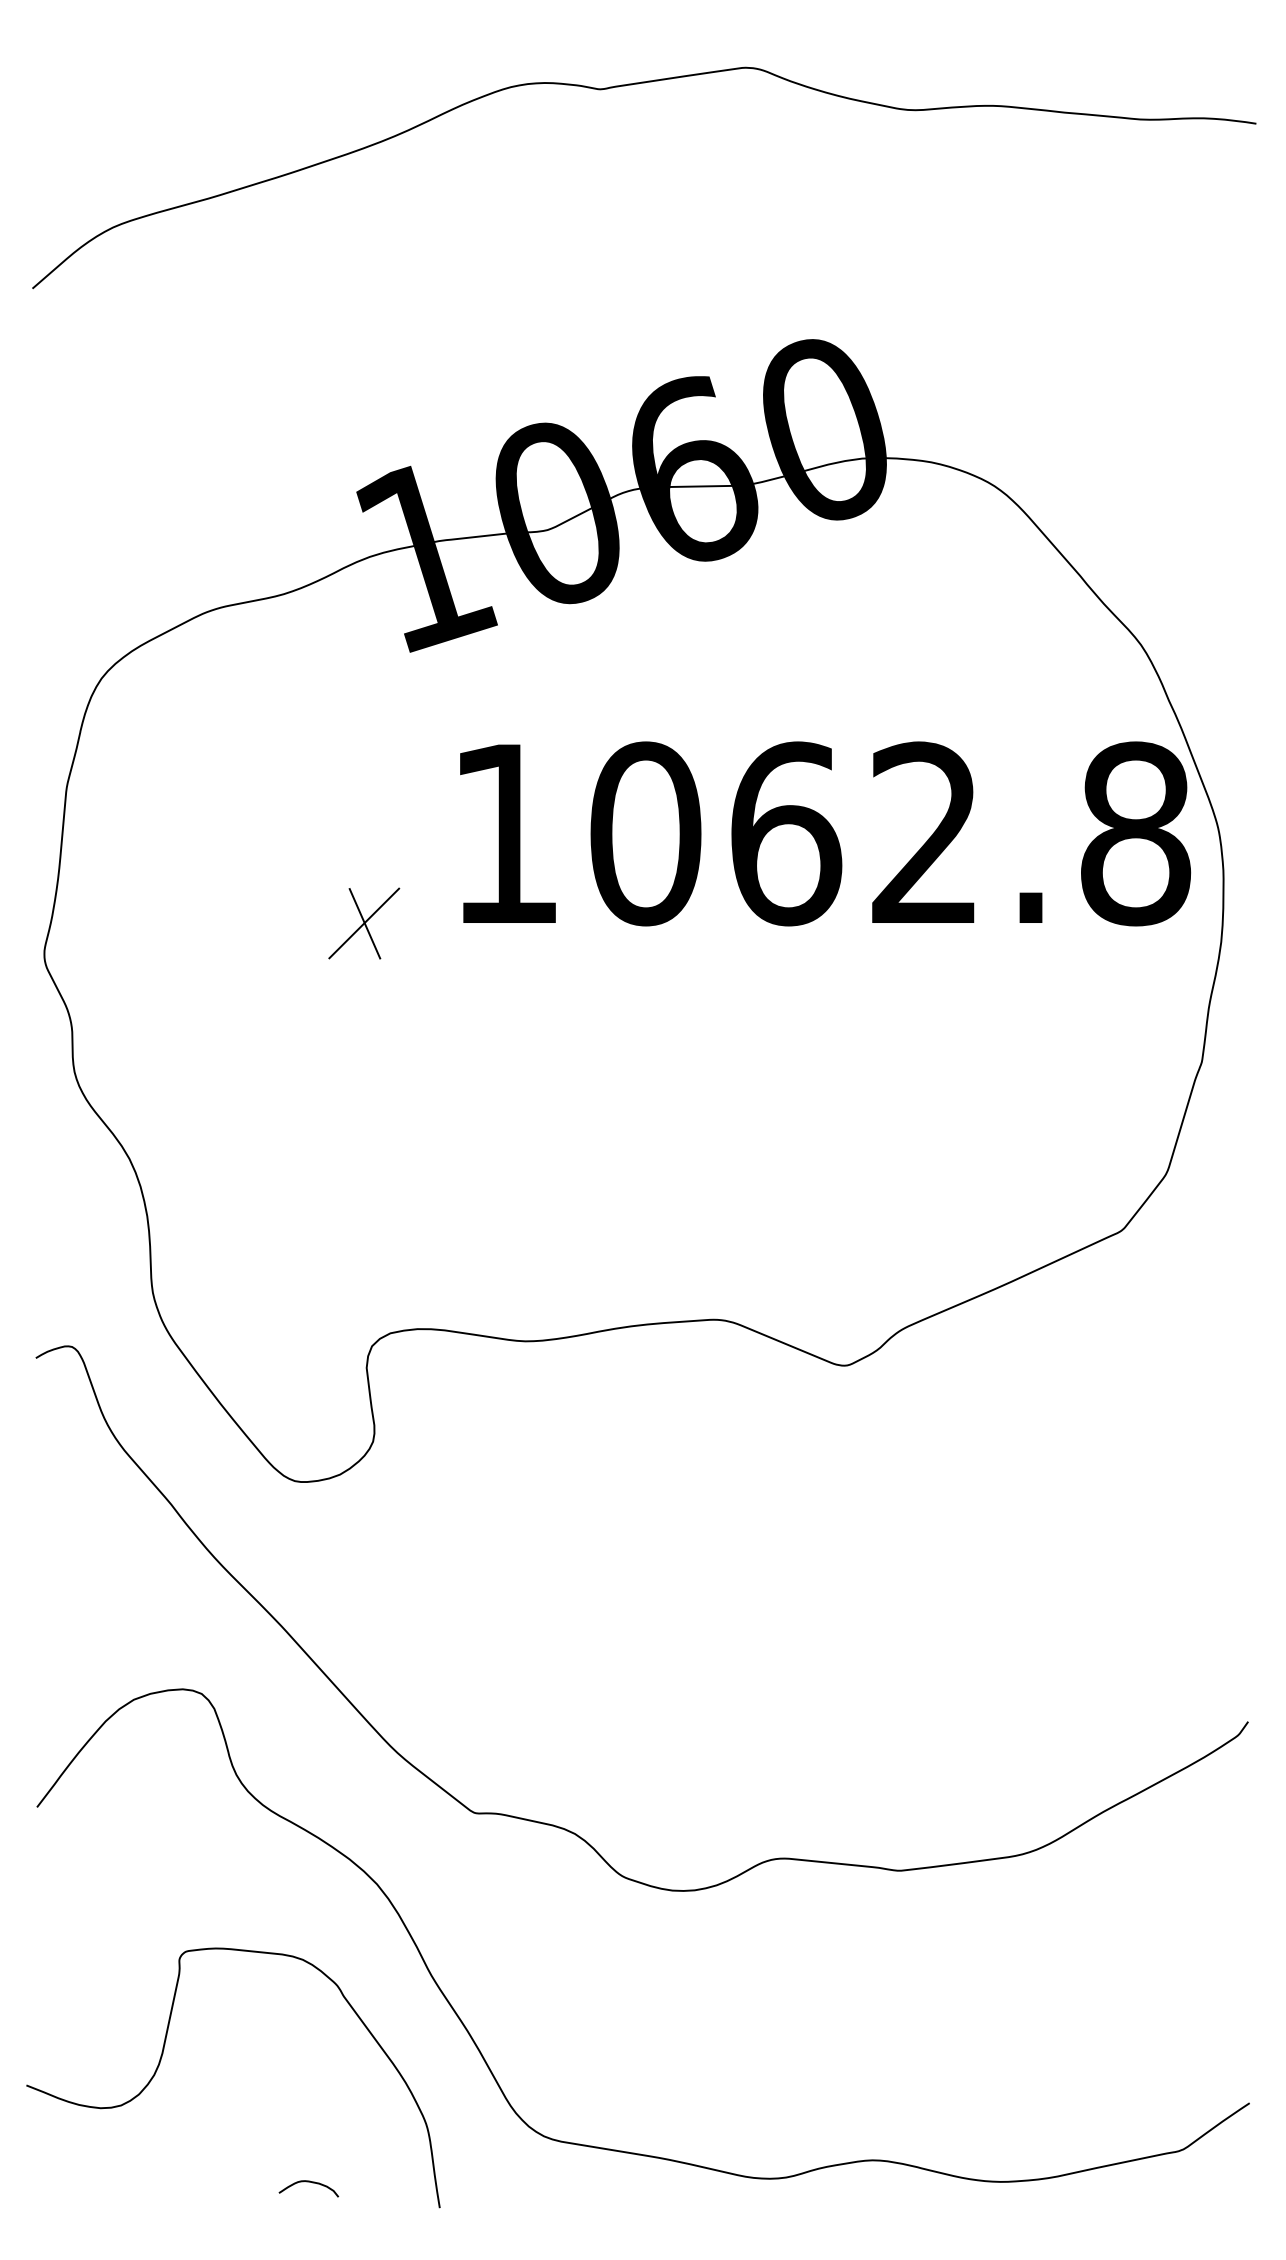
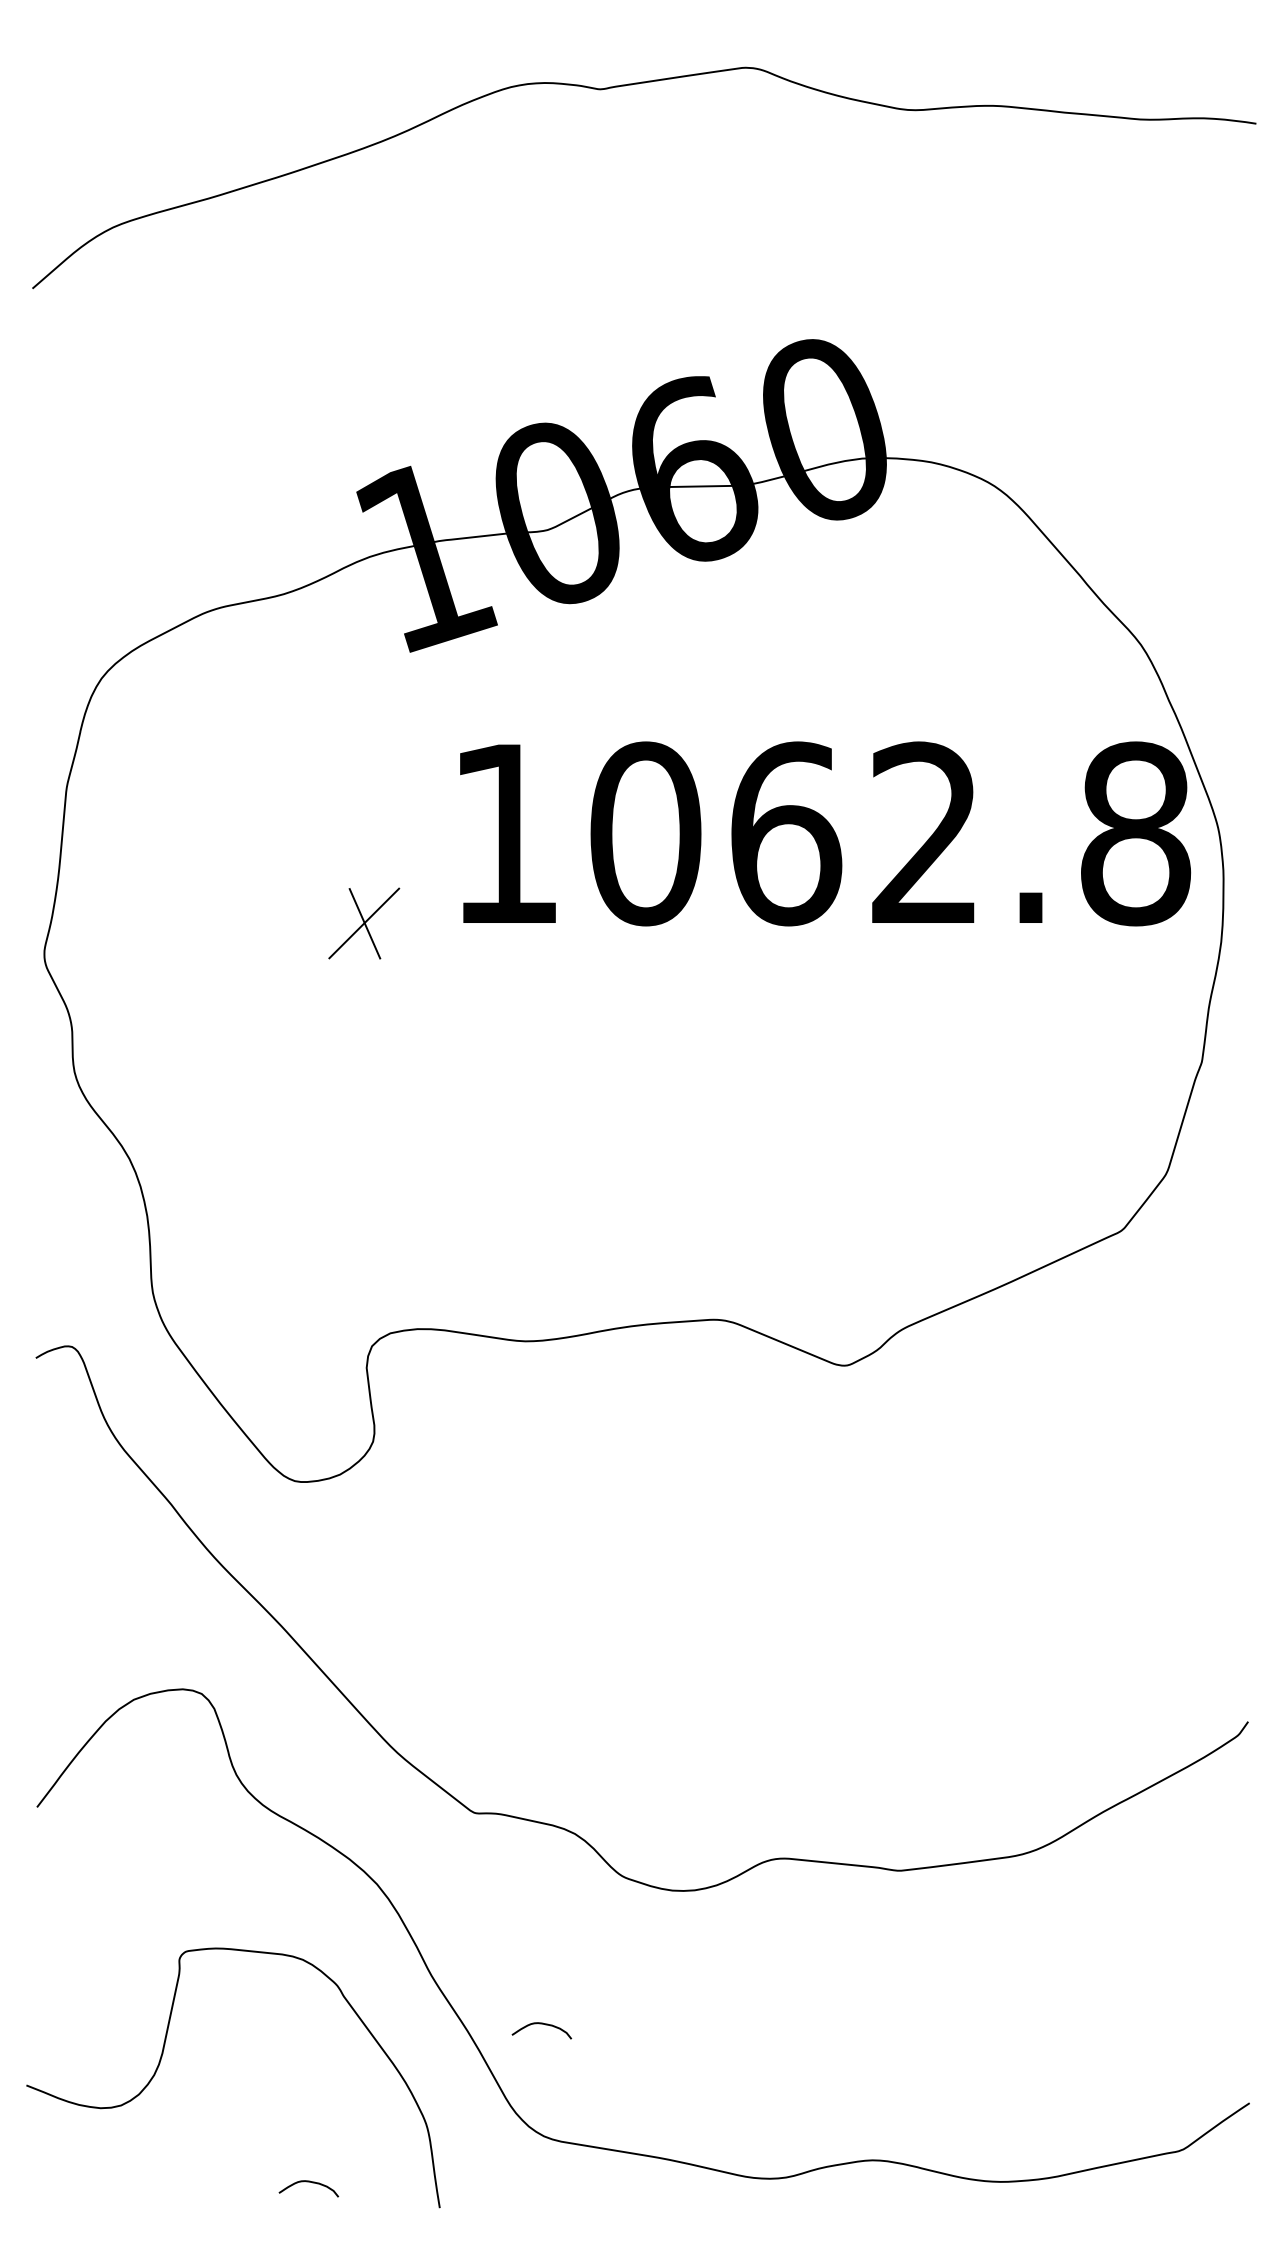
curve at (541, 2024): none -> present
